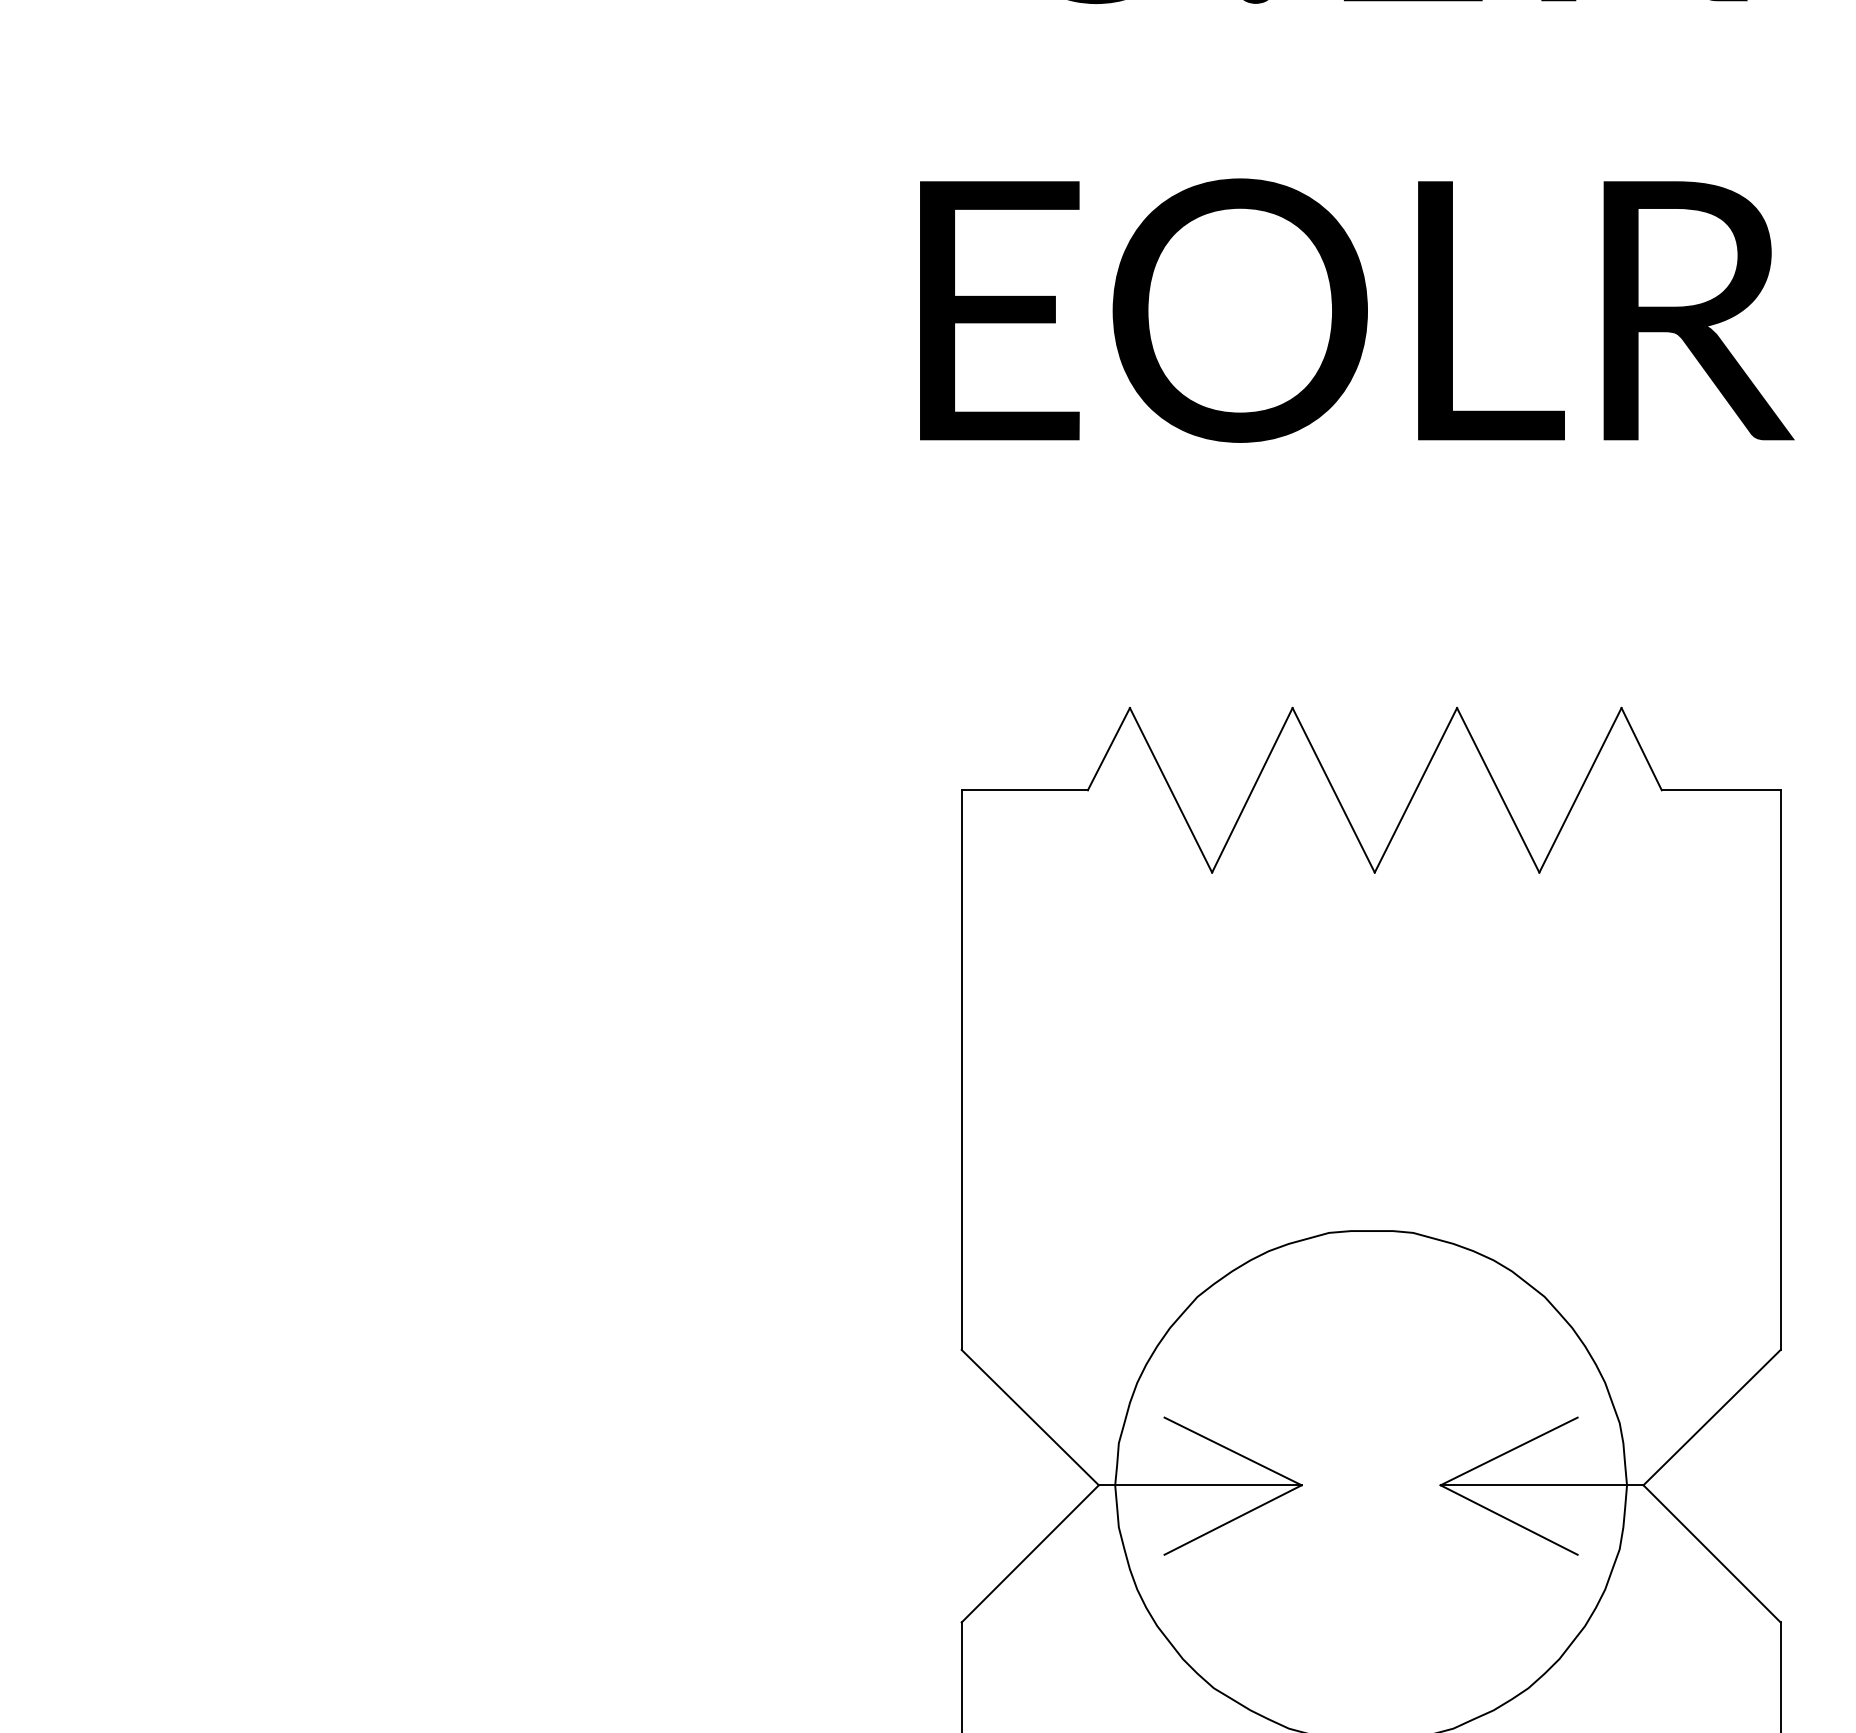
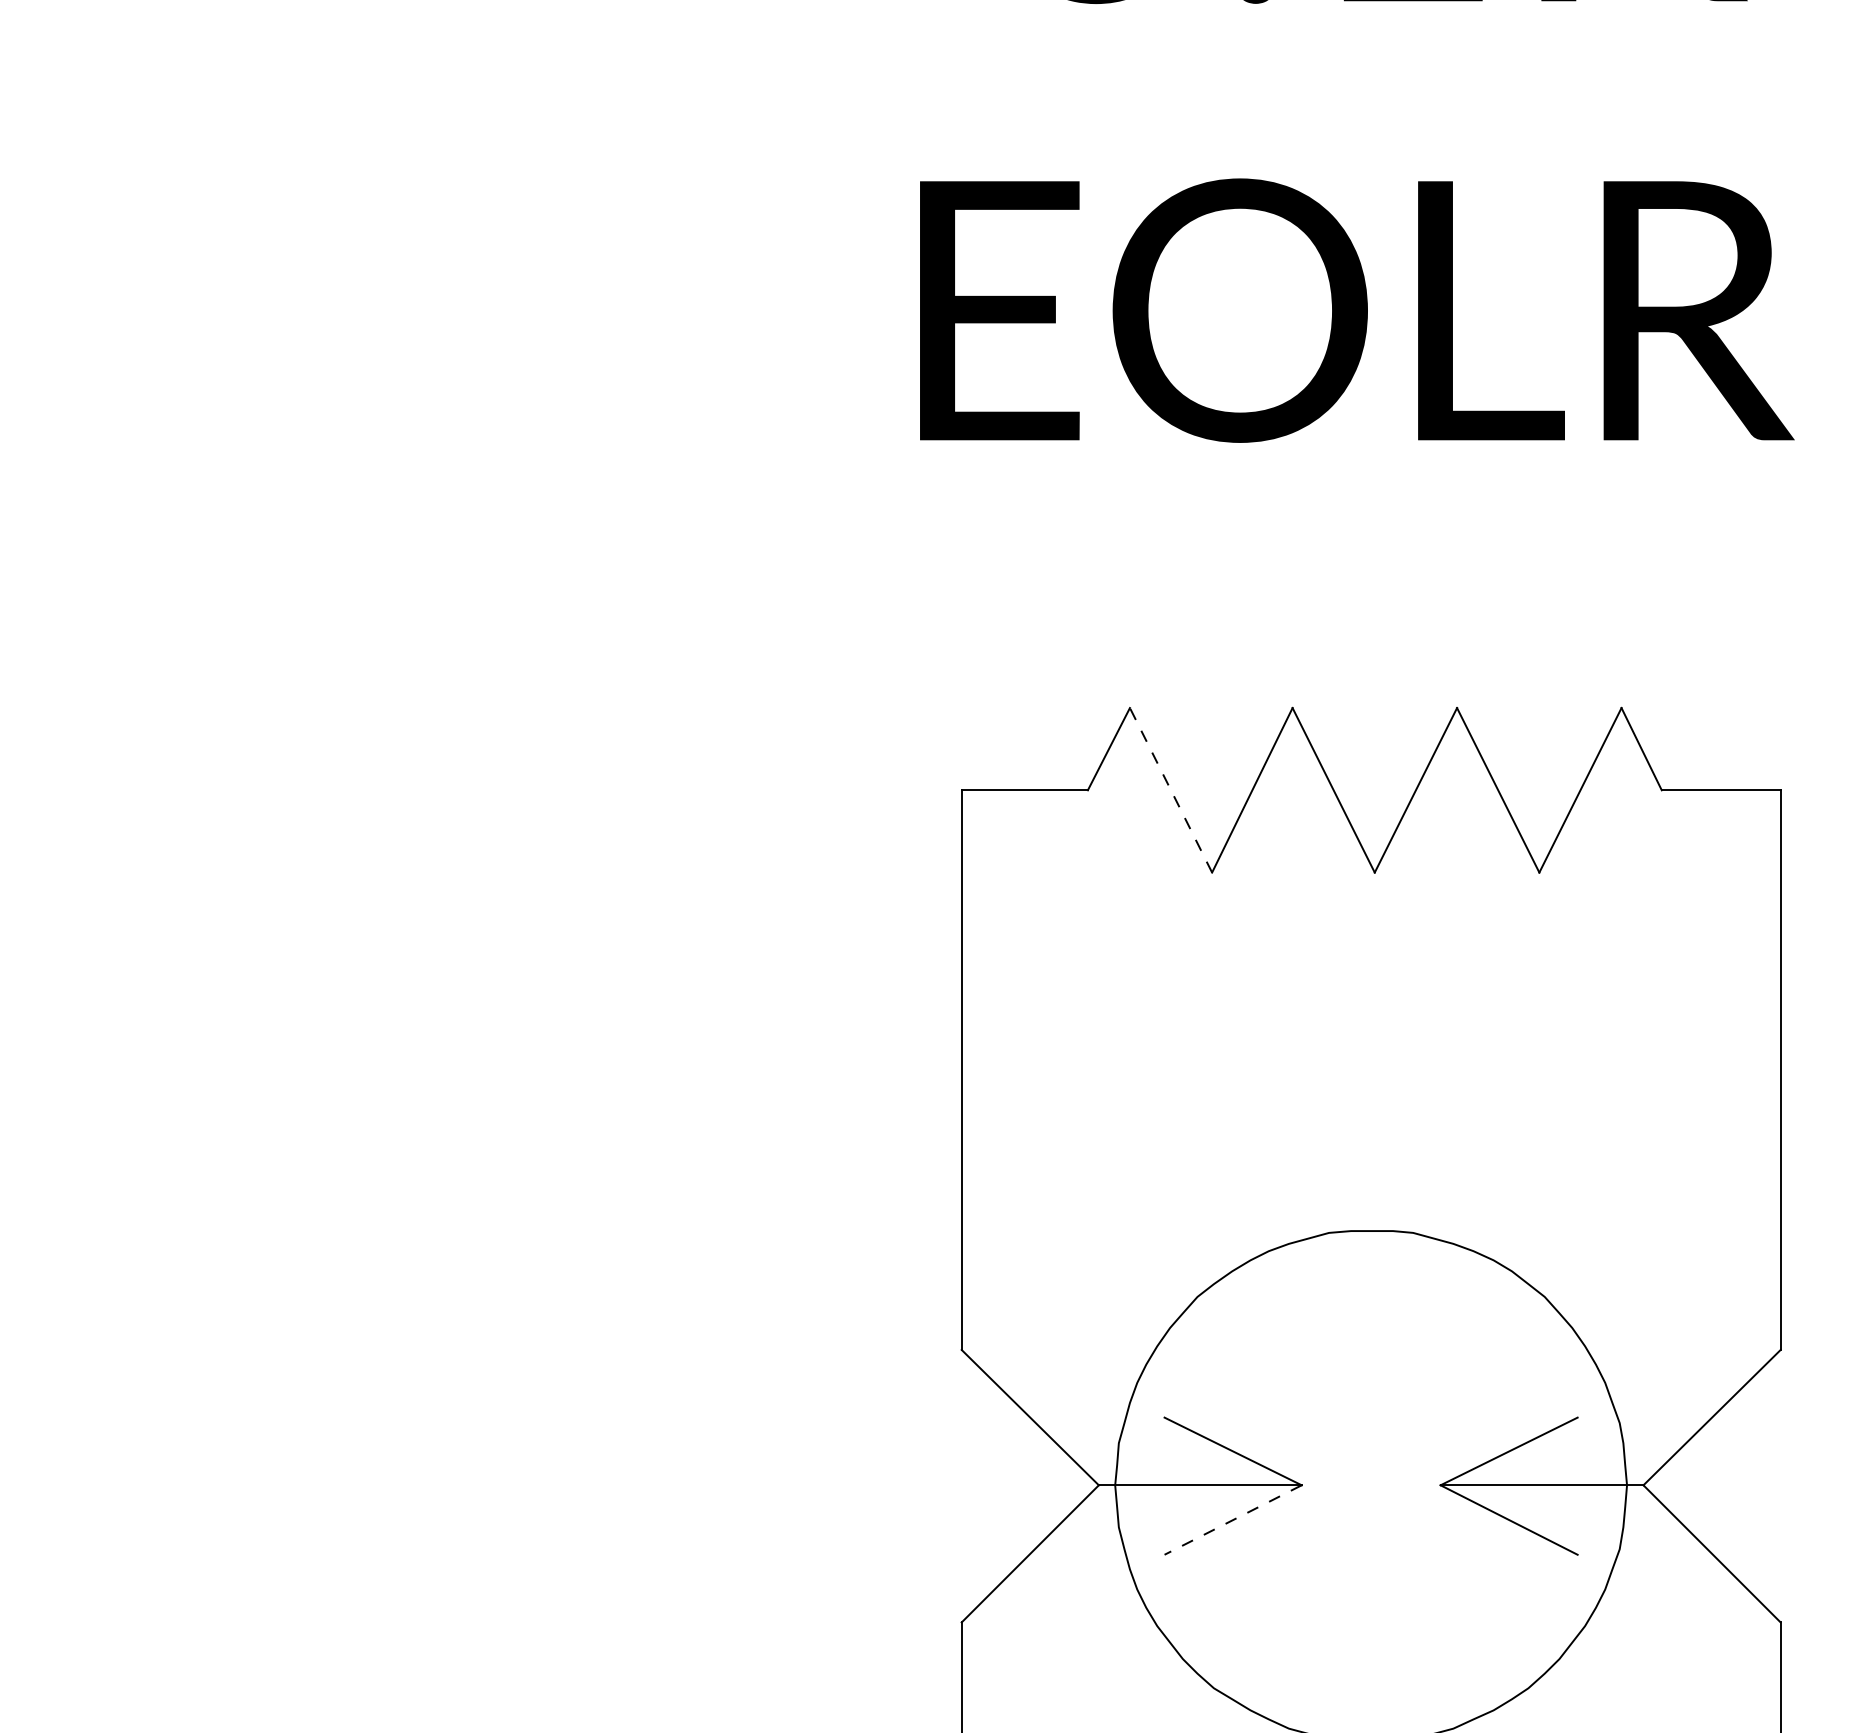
line at (1171, 790): solid -> dashed
line at (1233, 1520): solid -> dashed
